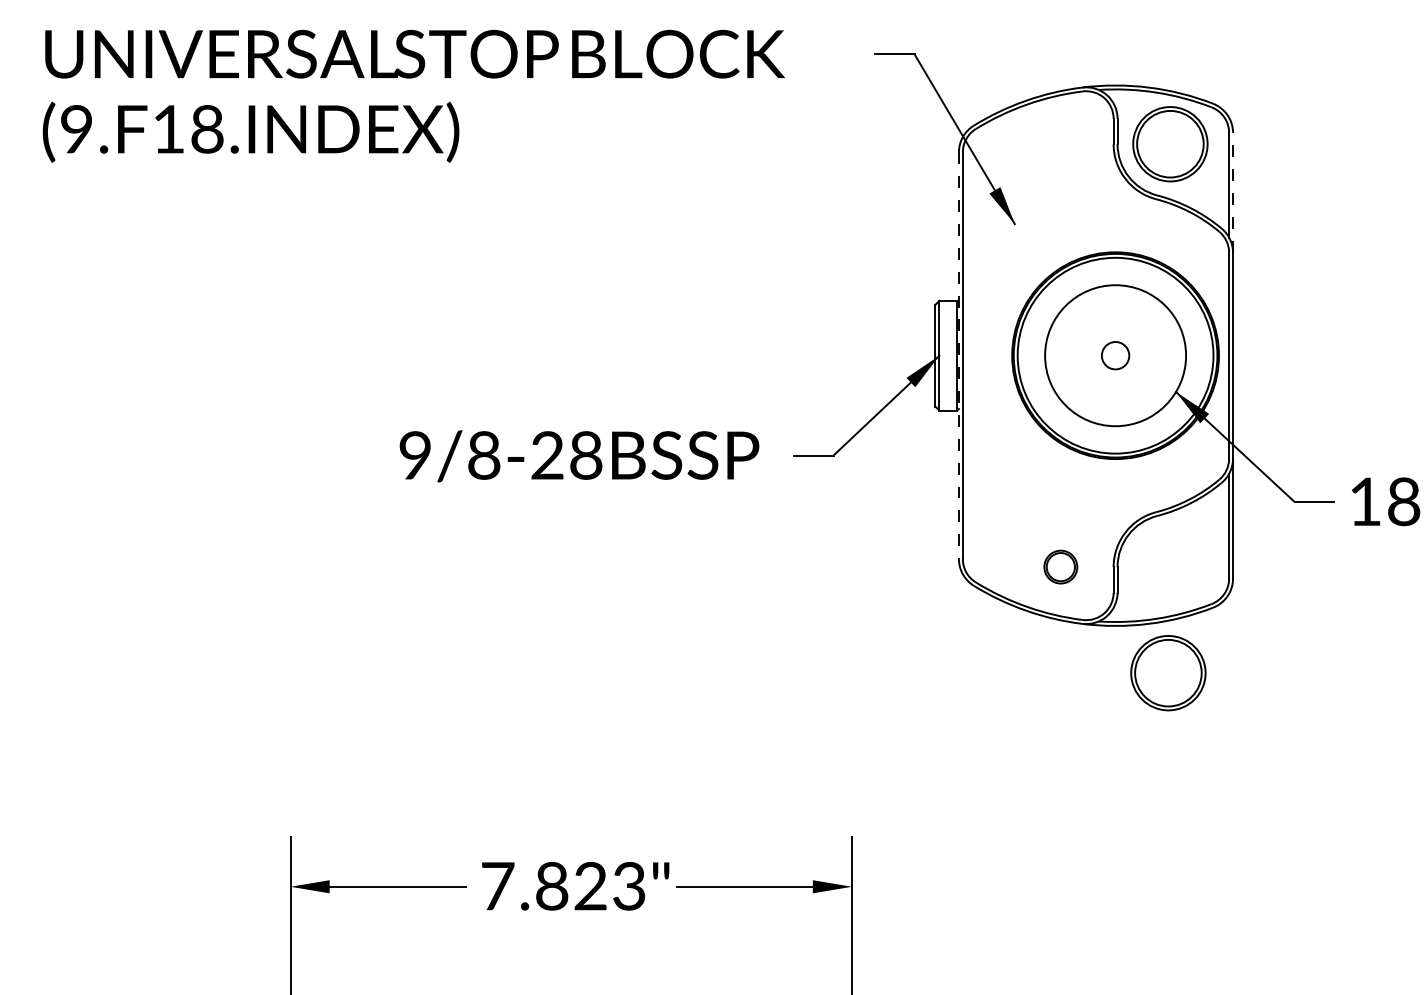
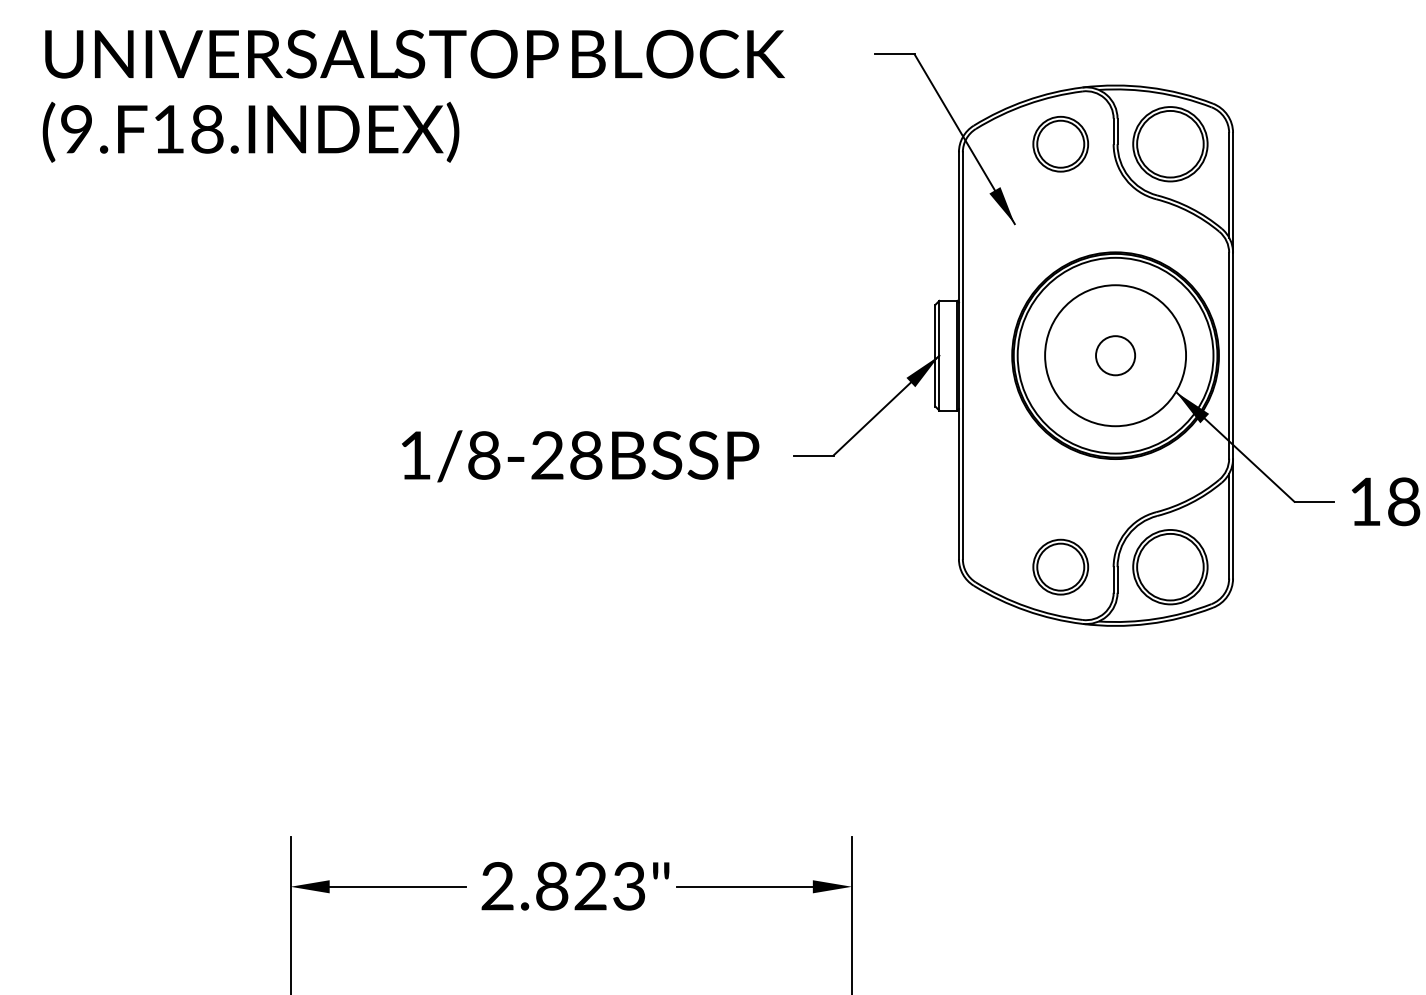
part at (1060, 143): none -> present
line at (1233, 192): dashed -> solid
circle at (1115, 355) diameter: 27 px -> 39 px
line at (958, 356): dashed -> solid
text at (414, 455): 9/8-28 -> 1/8-28
part at (1060, 566) size: 36x36 px -> 58x58 px
part at (1168, 673) position: (1168, 673) -> (1170, 567)
text at (497, 886): 7.823" -> 2.823"
